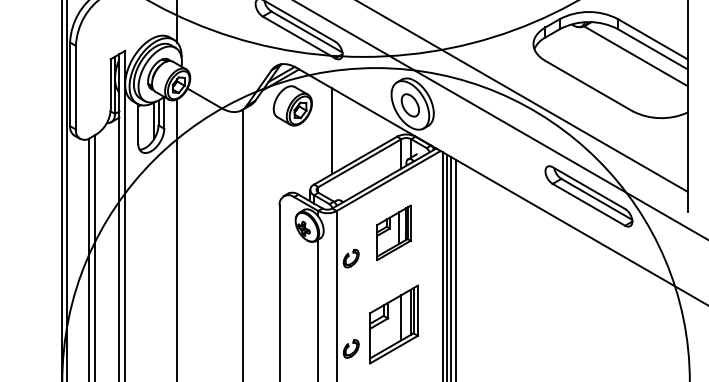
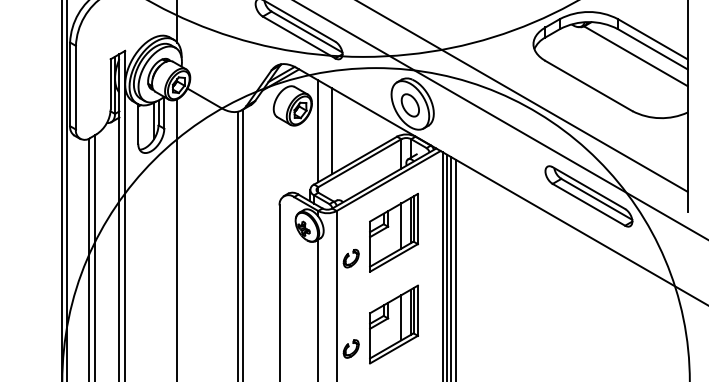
line at (318, 131): none -> present
part at (393, 232) size: 36x58 px -> 50x80 px
line at (238, 244): none -> present
